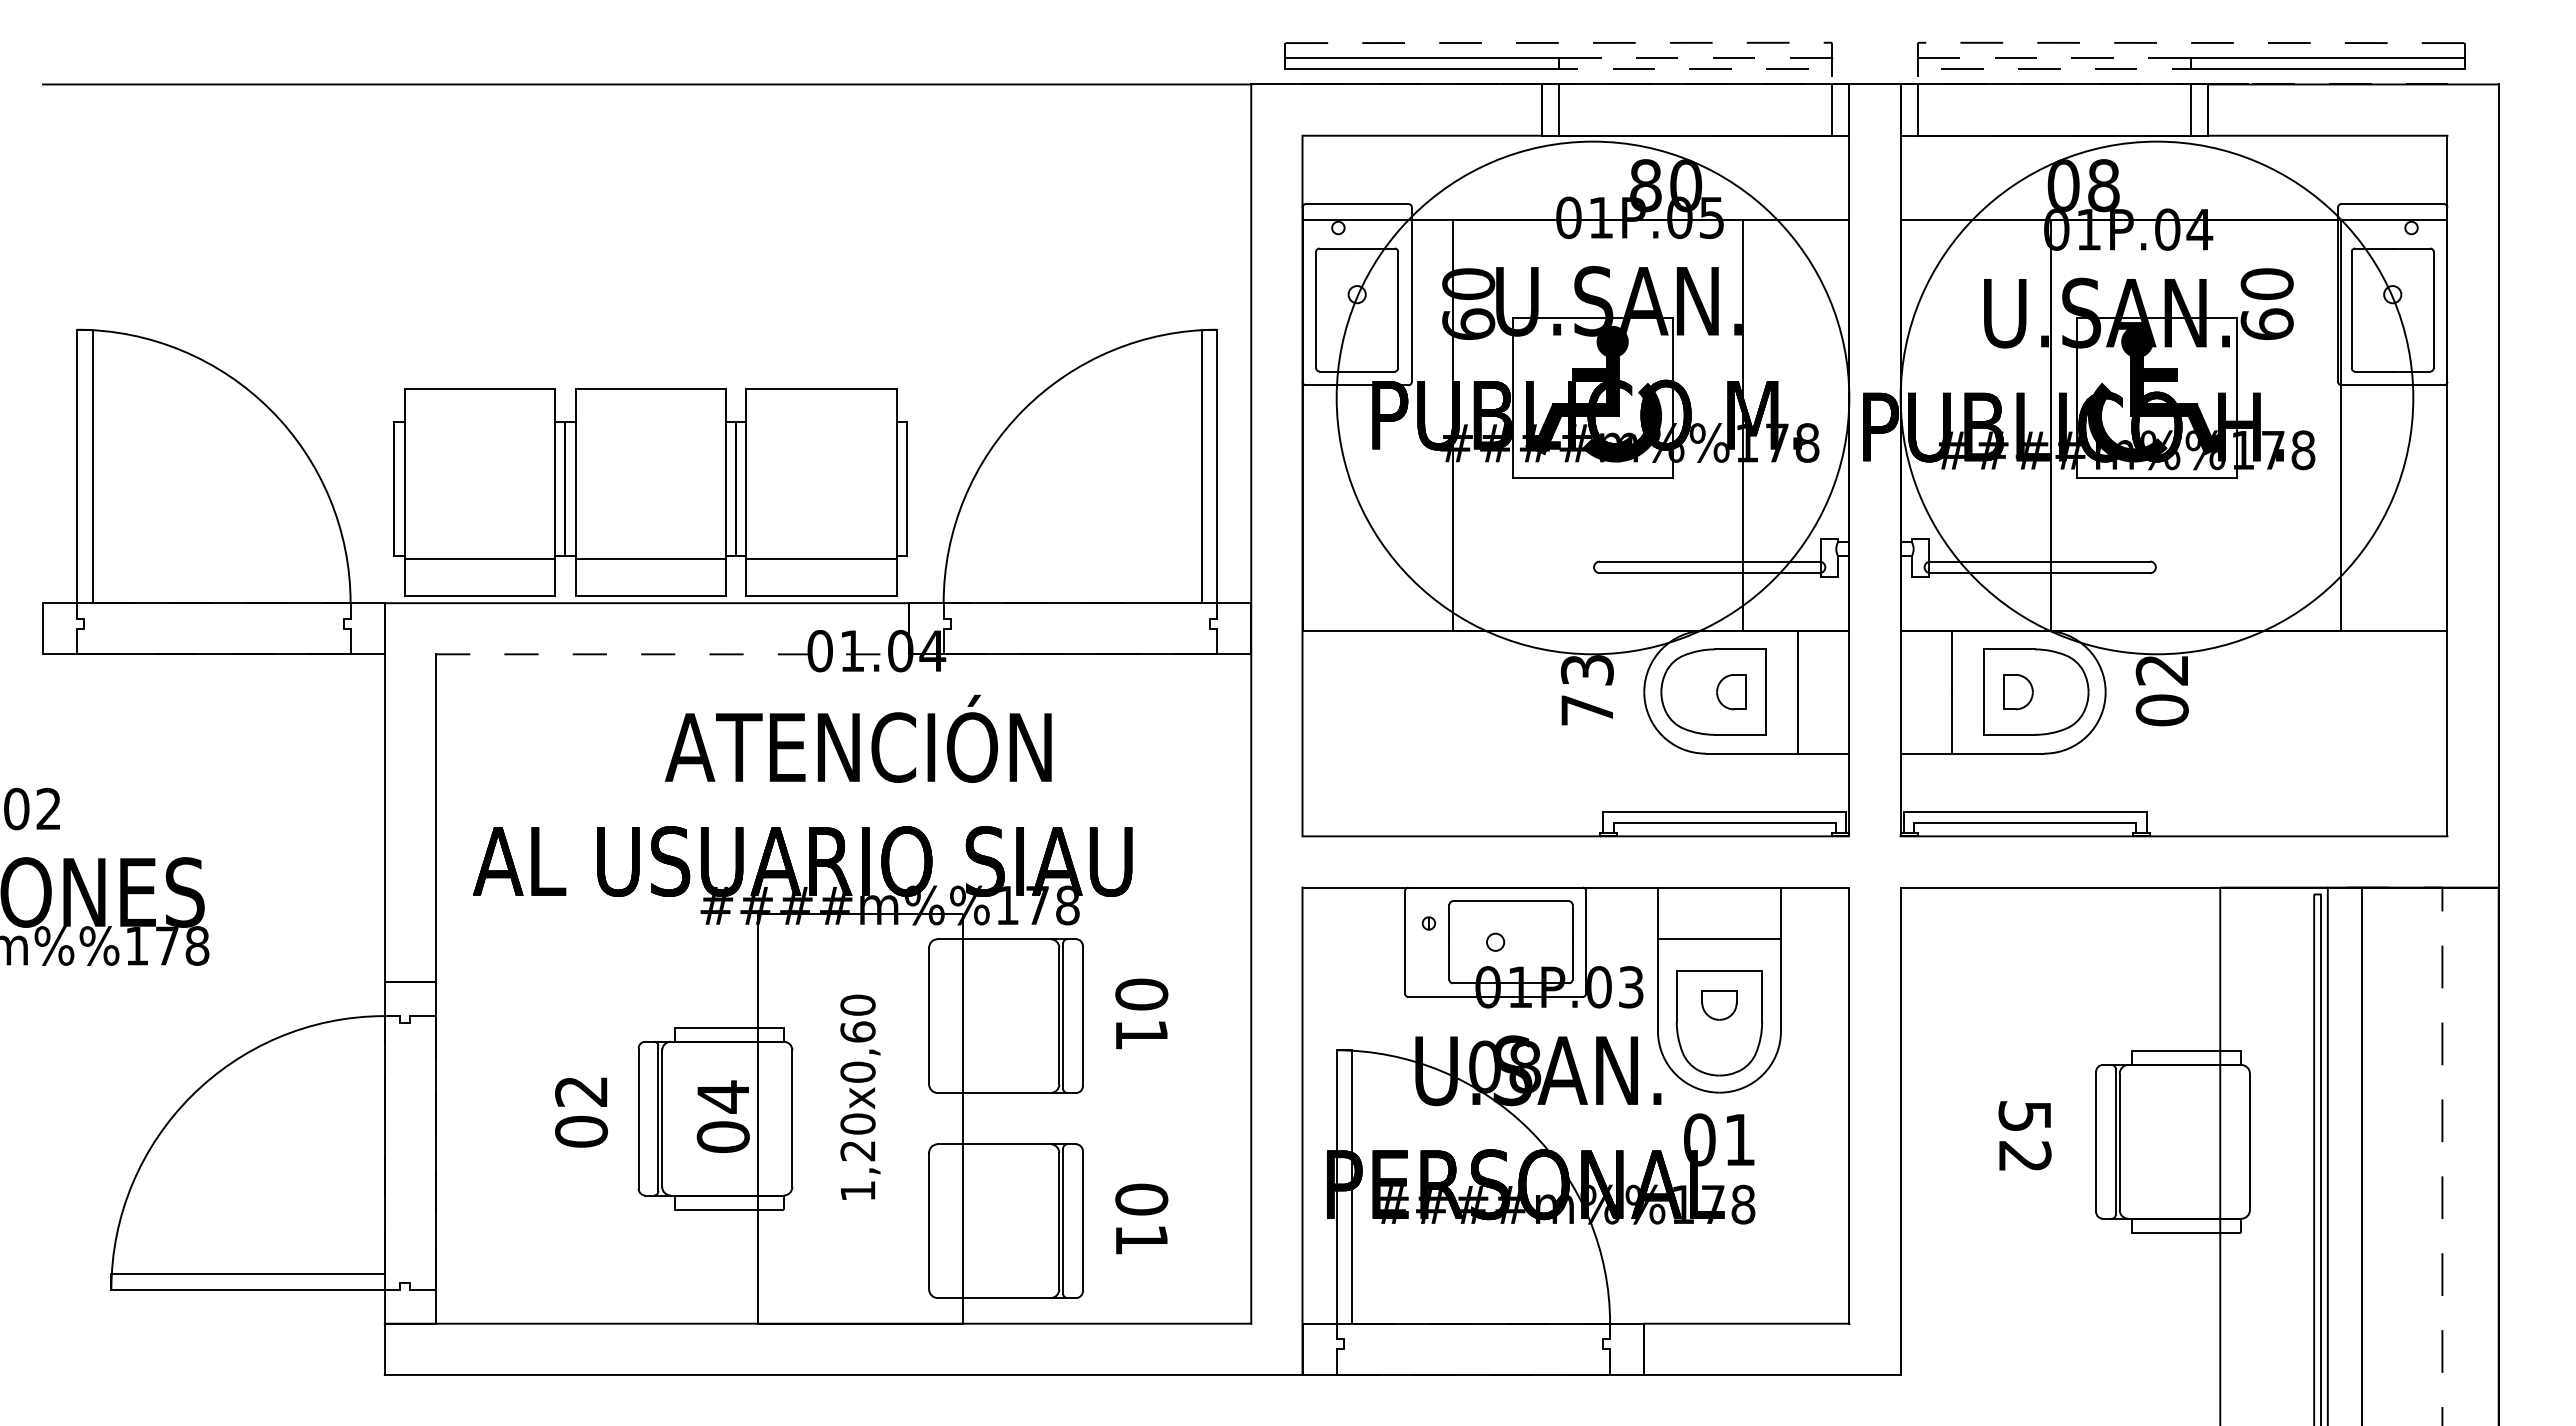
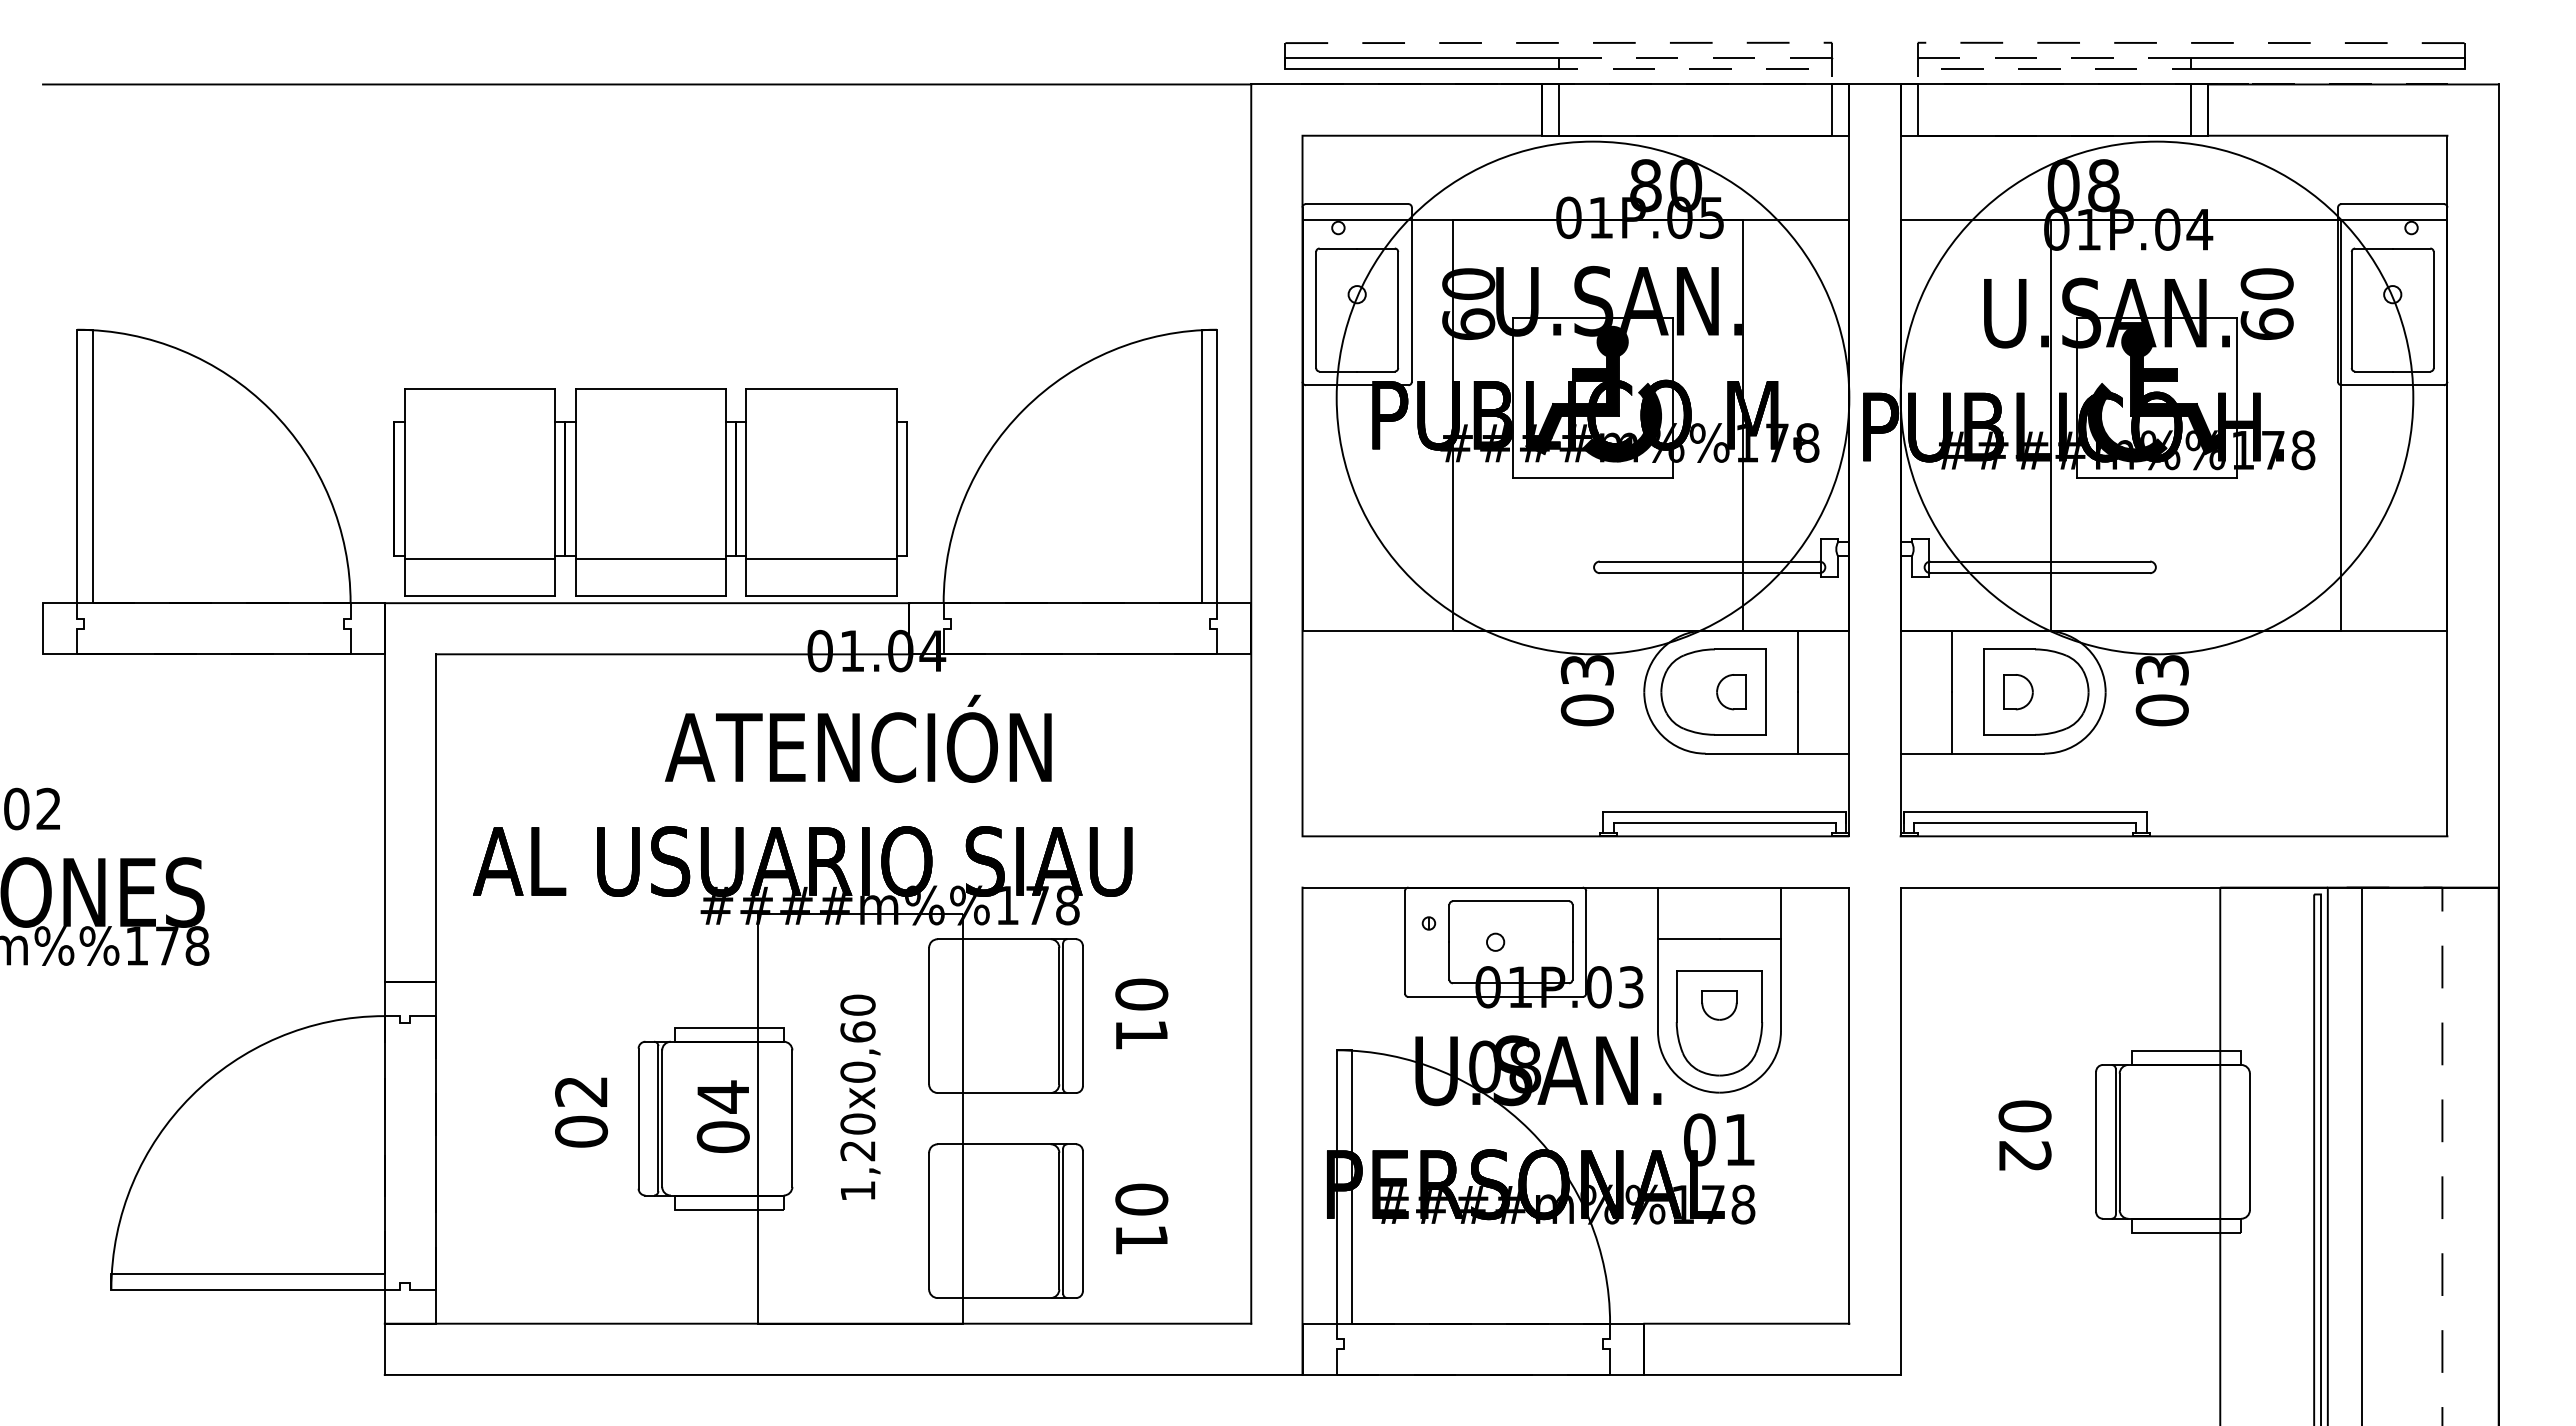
line at (672, 654): dashed -> solid
text at (2162, 670): 02 -> 03
text at (1586, 710): 73 -> 03
text at (2024, 1116): 52 -> 02
